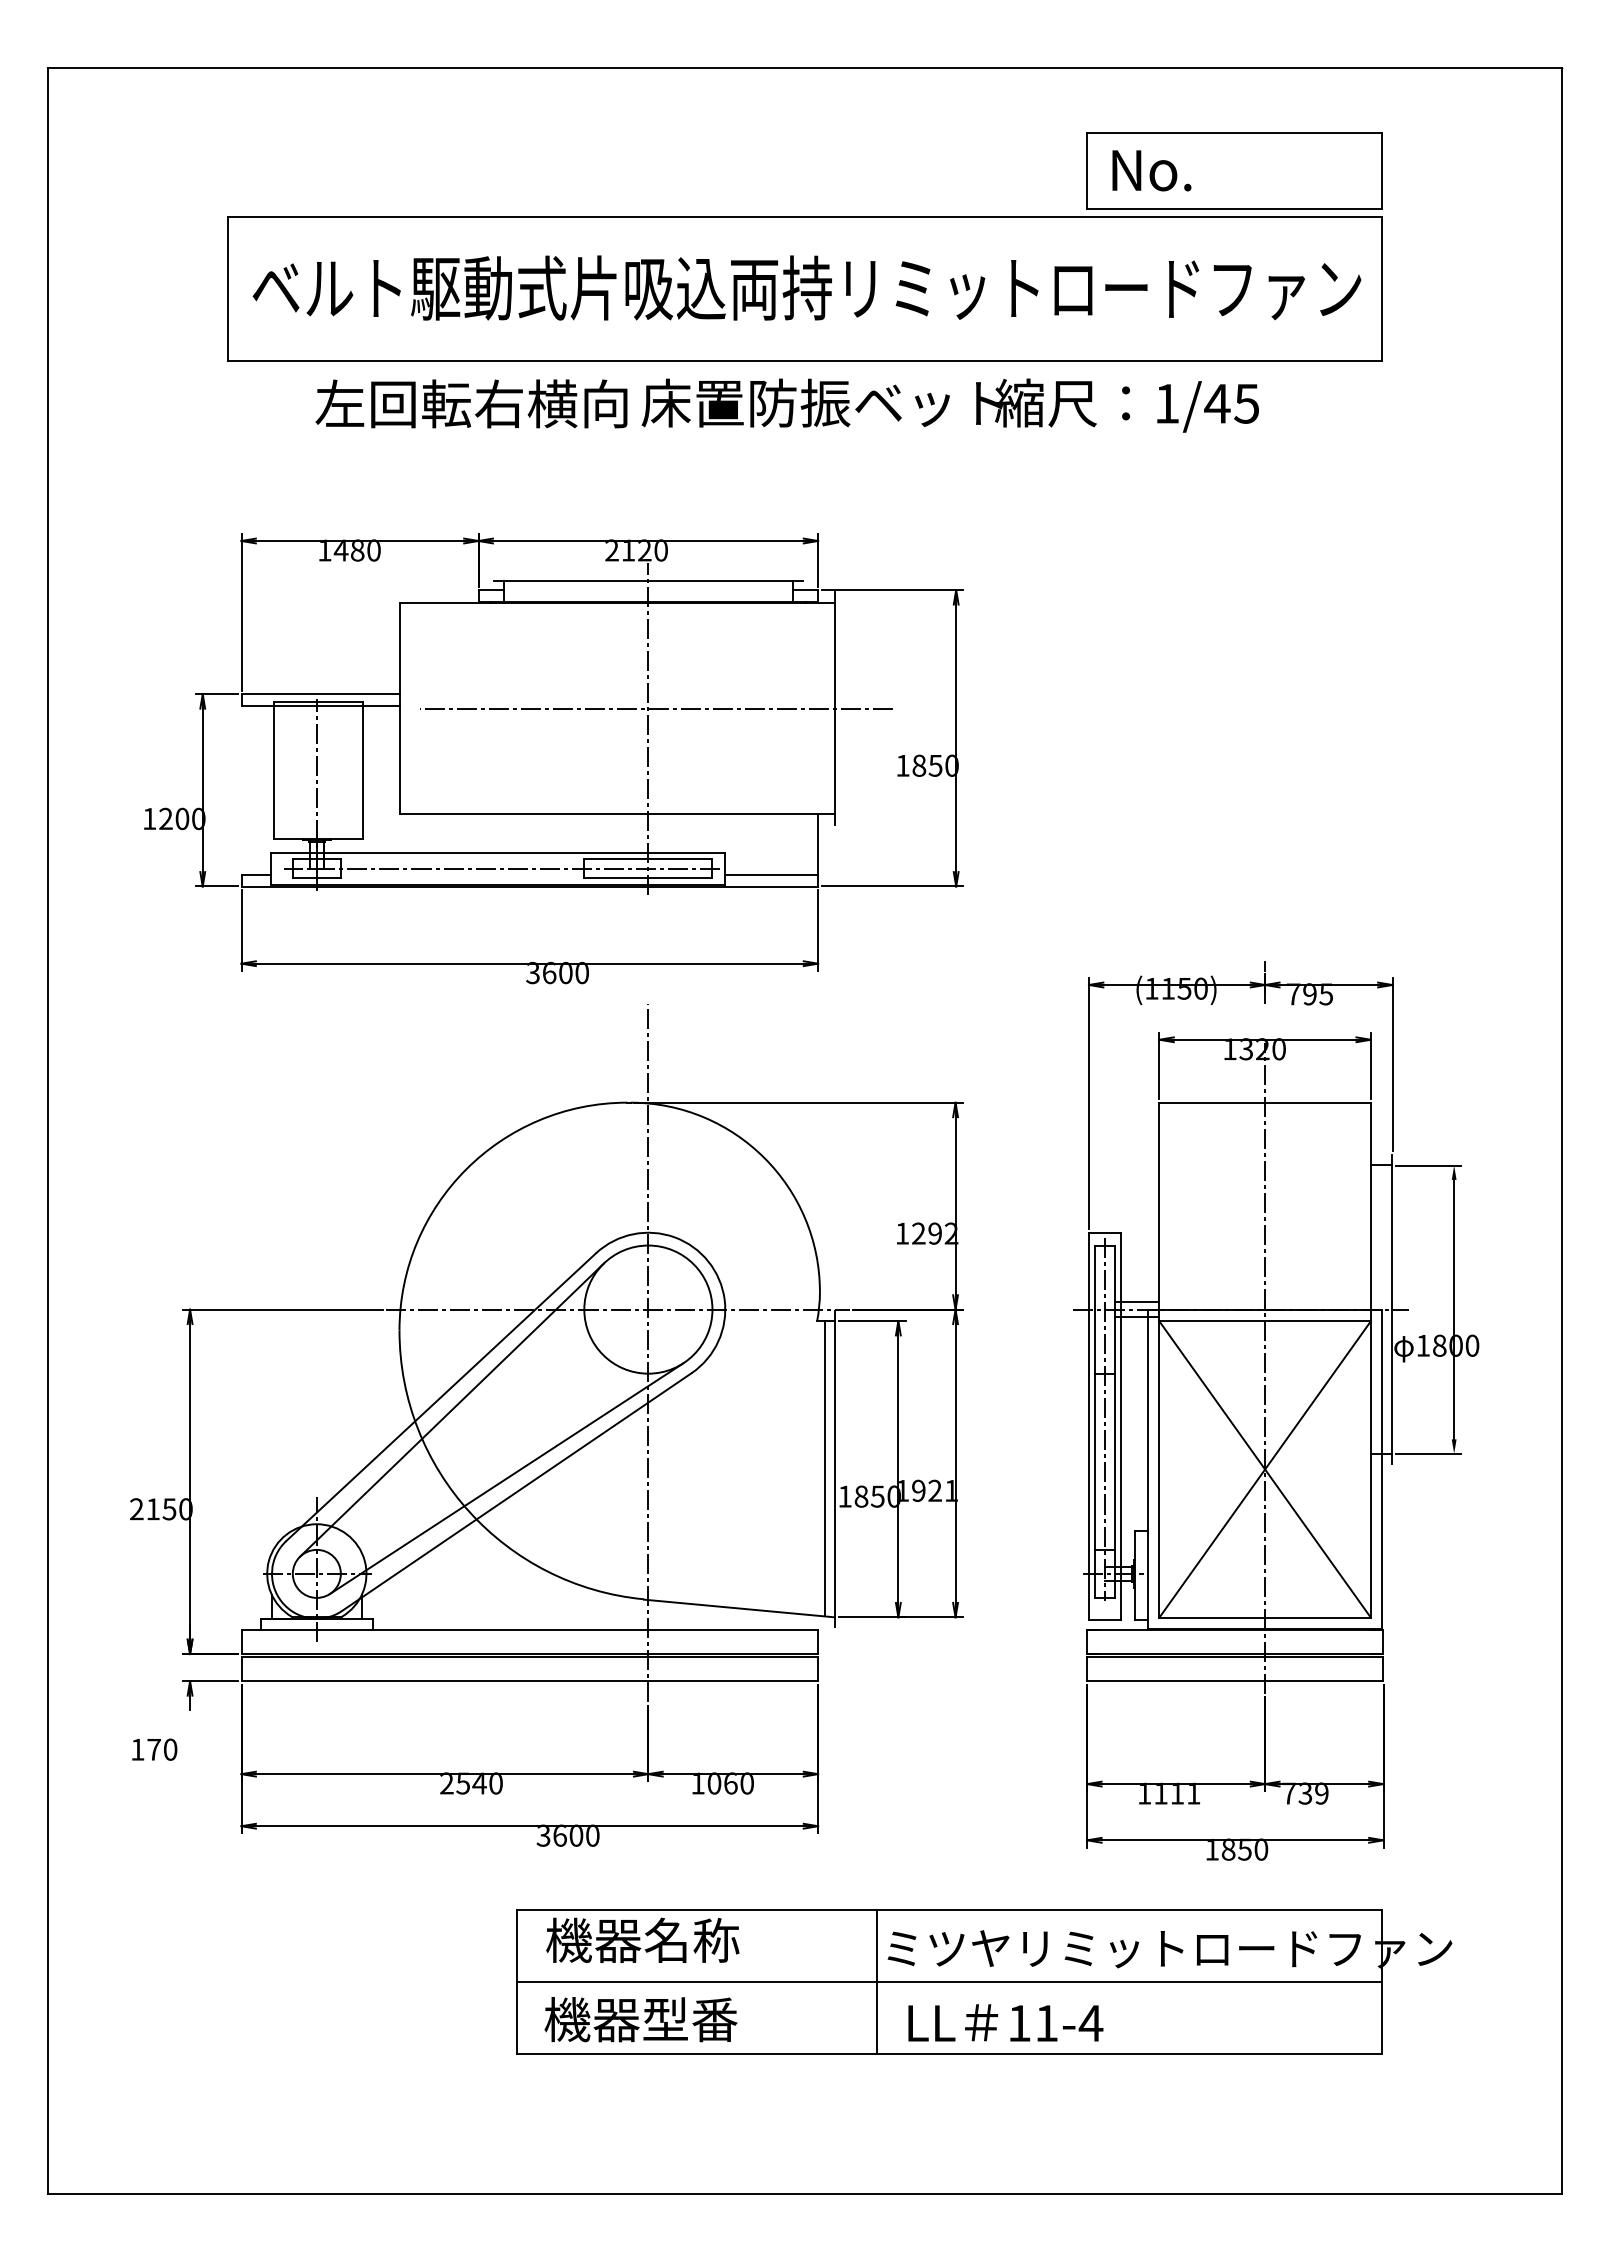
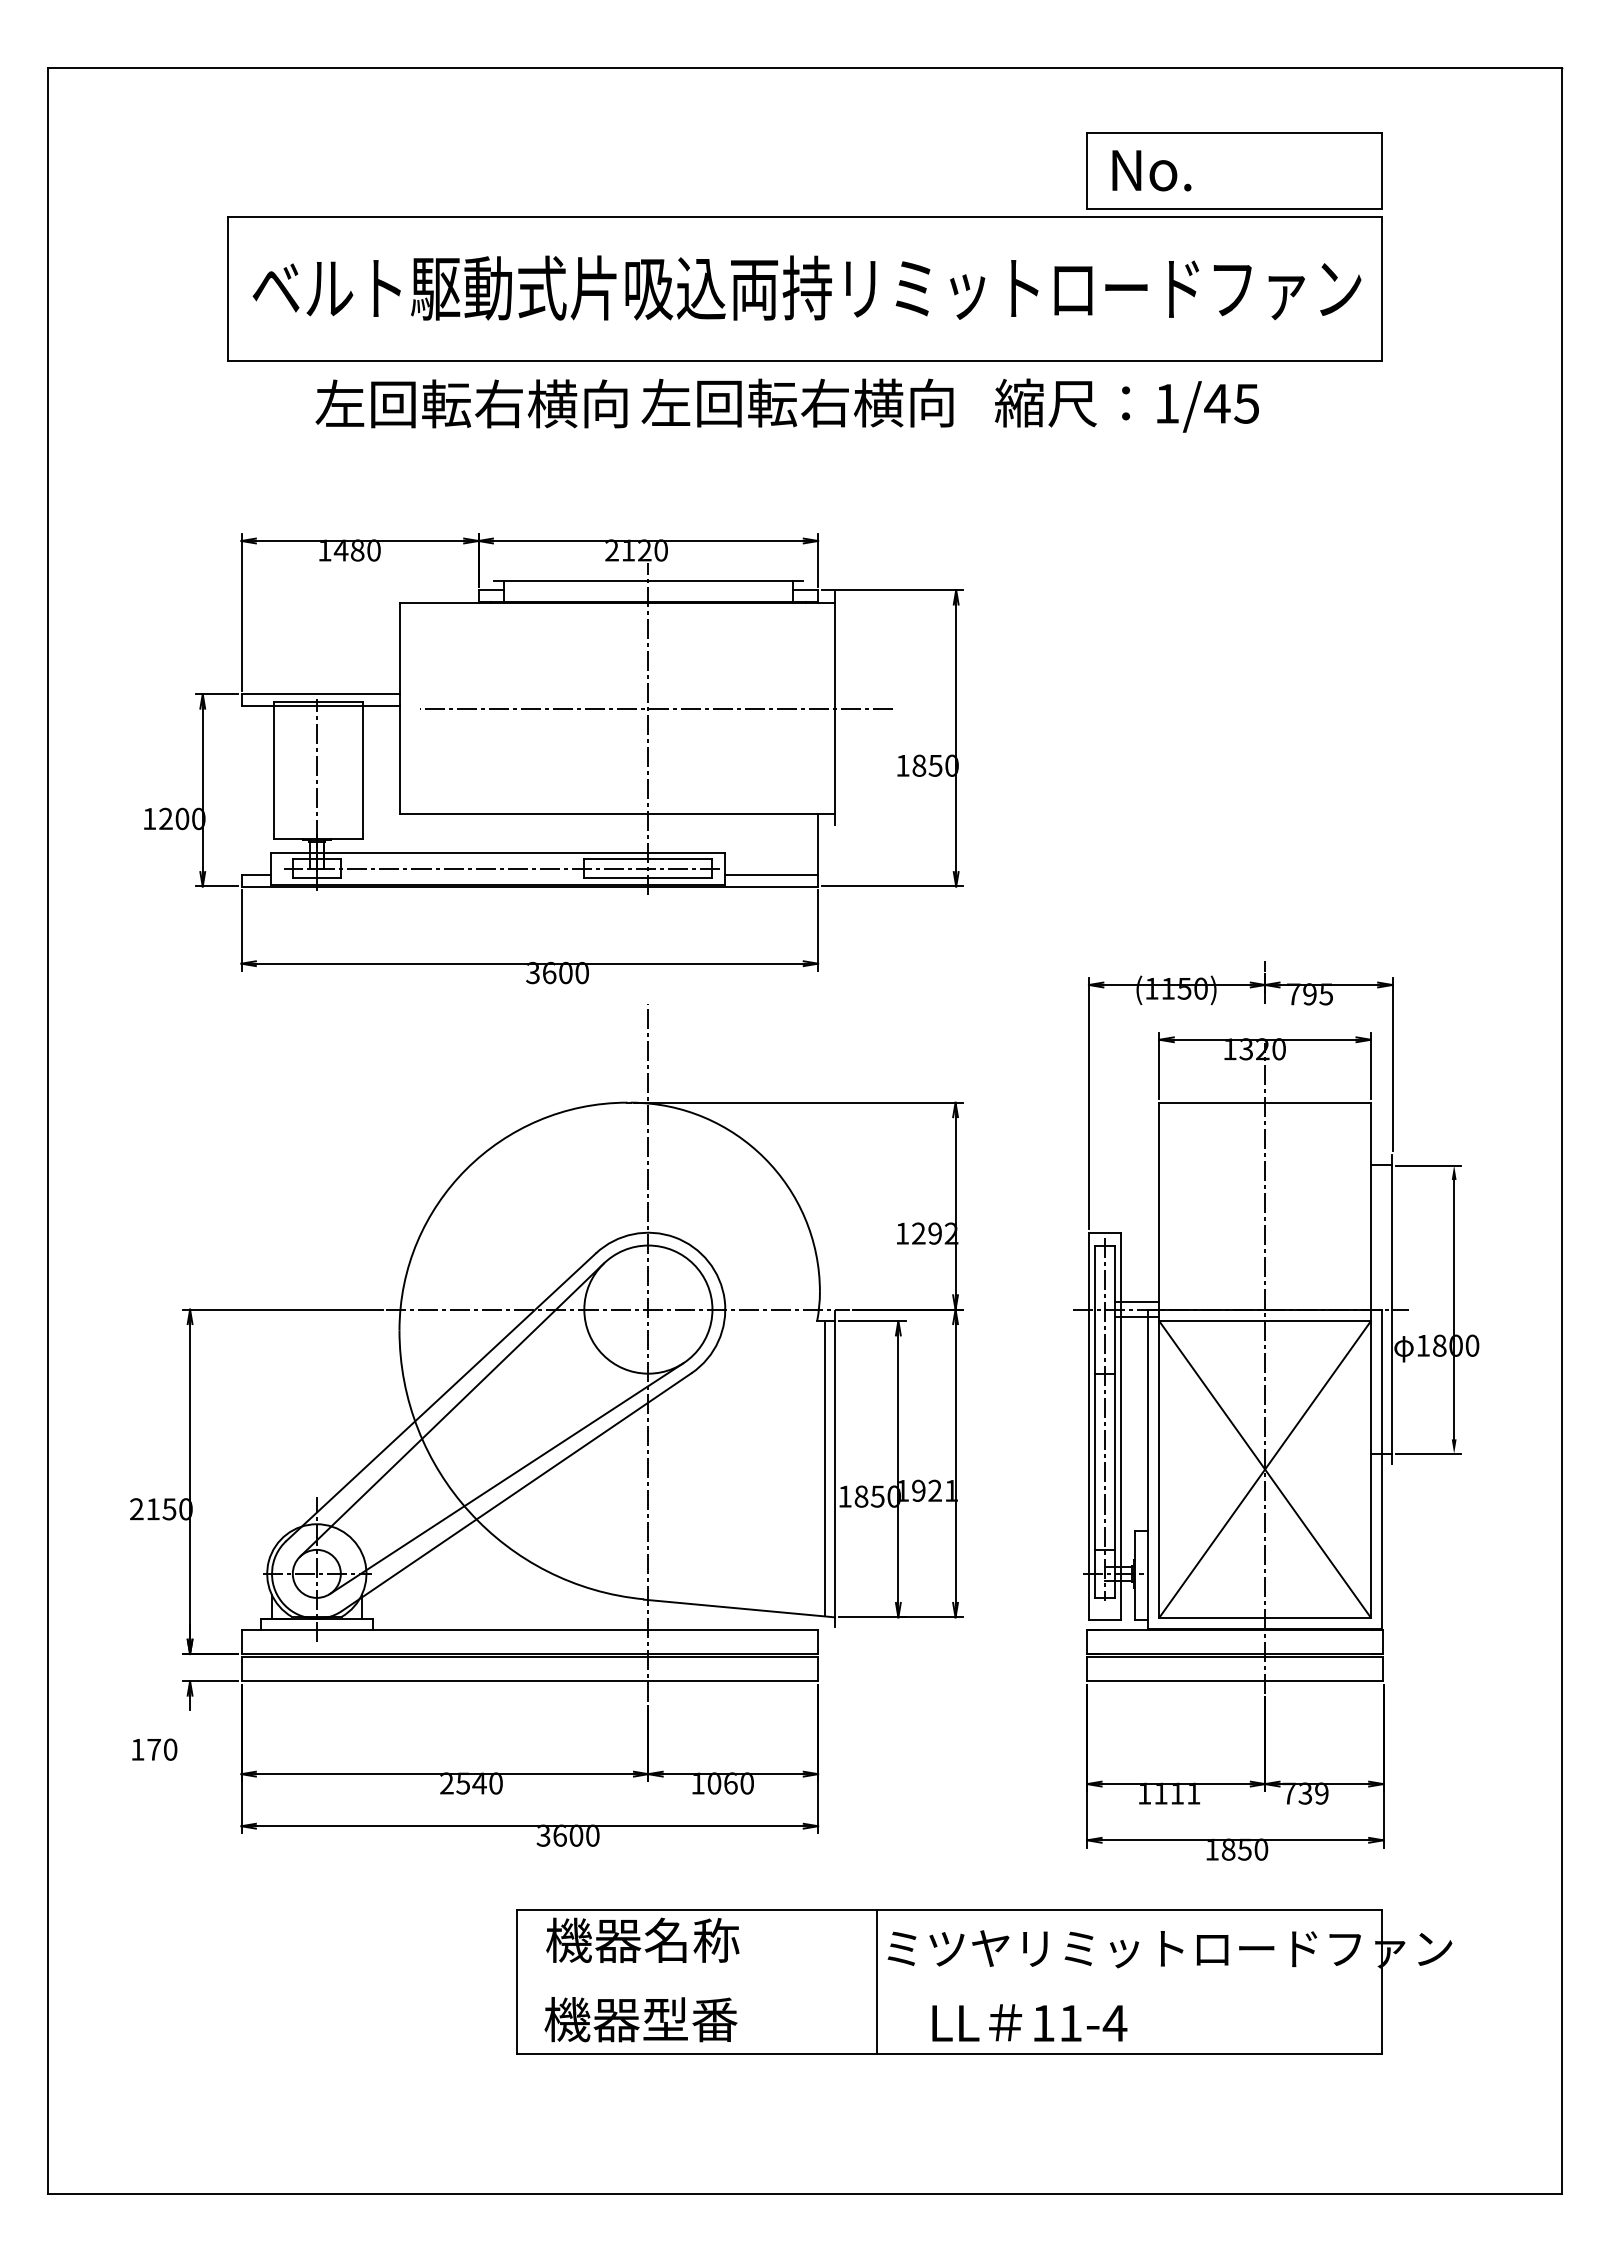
text at (821, 402): 床置防振ベット -> 左回転右横向
line at (948, 1981): present -> none
text at (1005, 2022) position: (1005, 2022) -> (1029, 2022)
